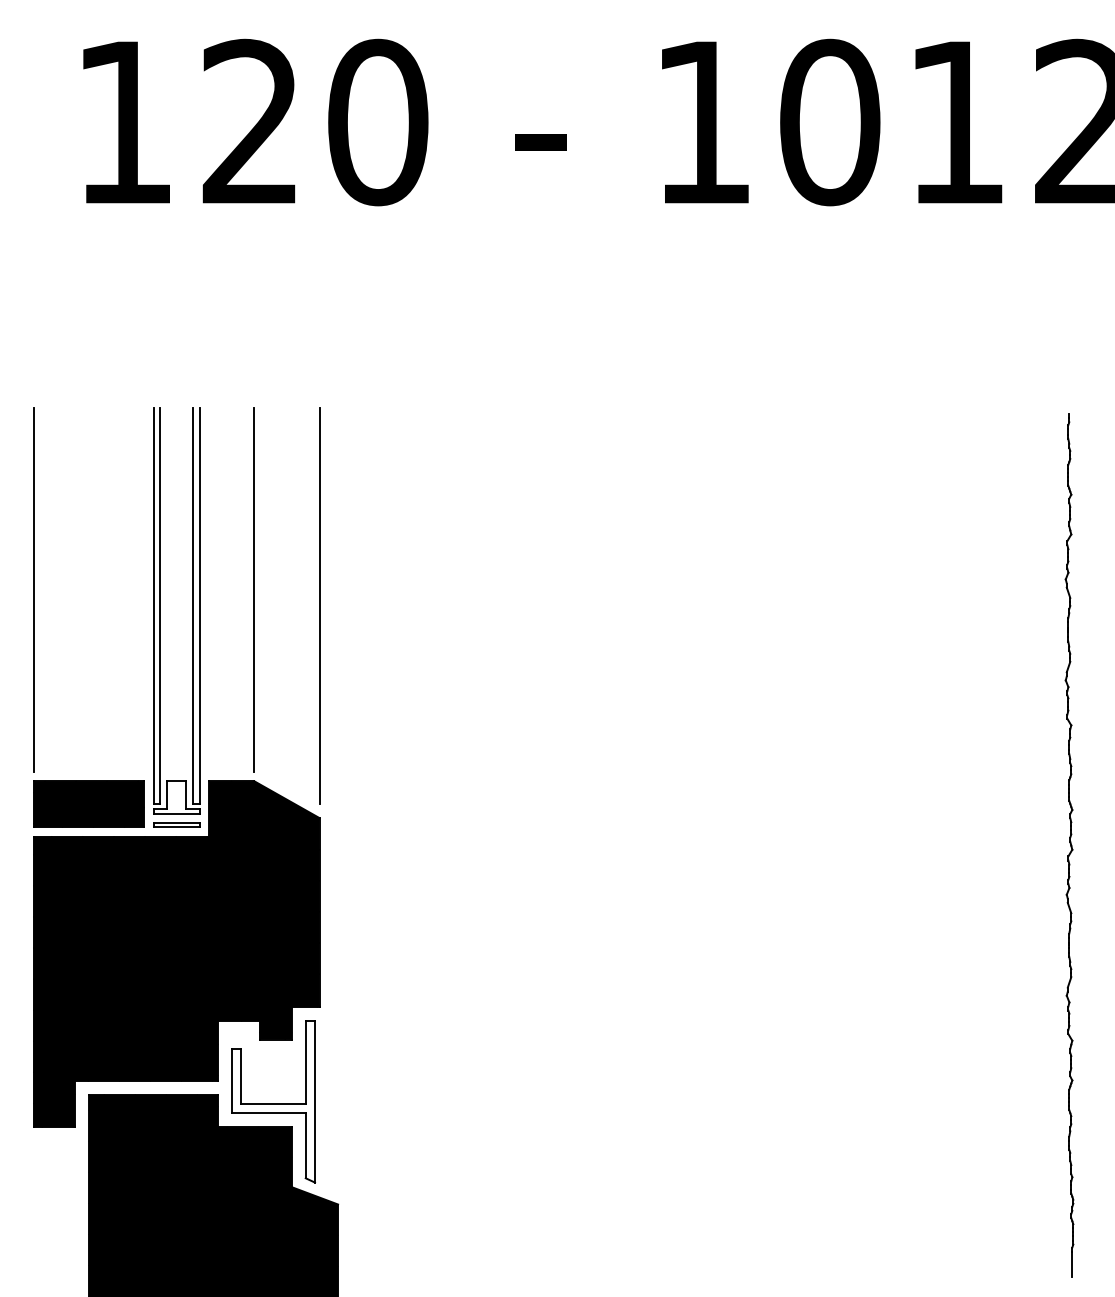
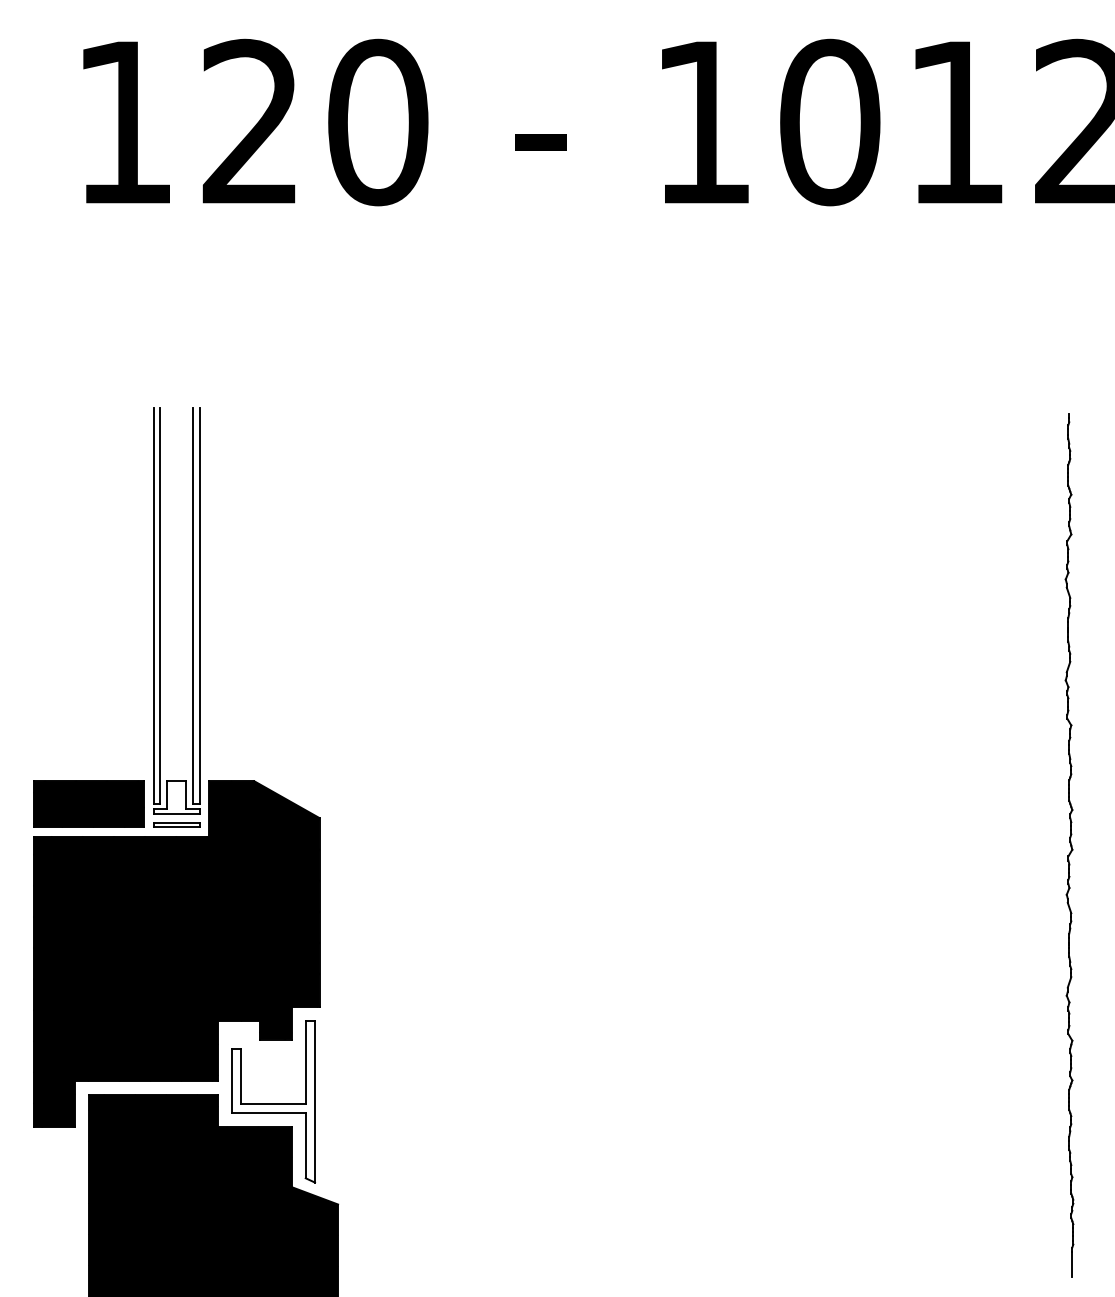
line at (33, 589): present -> none
line at (254, 589): present -> none
line at (319, 605): present -> none
